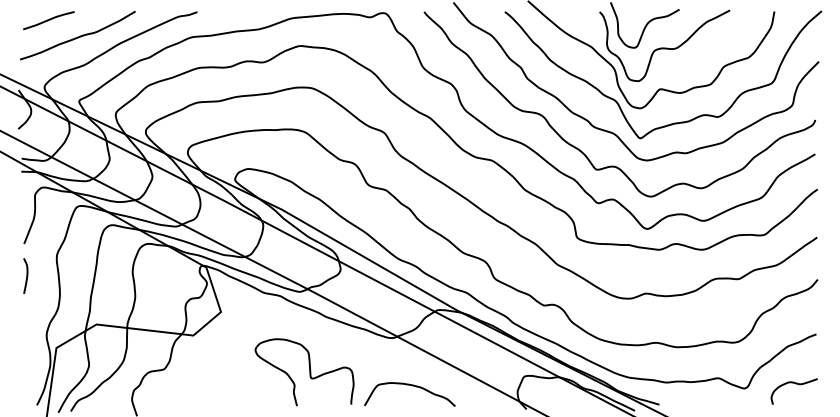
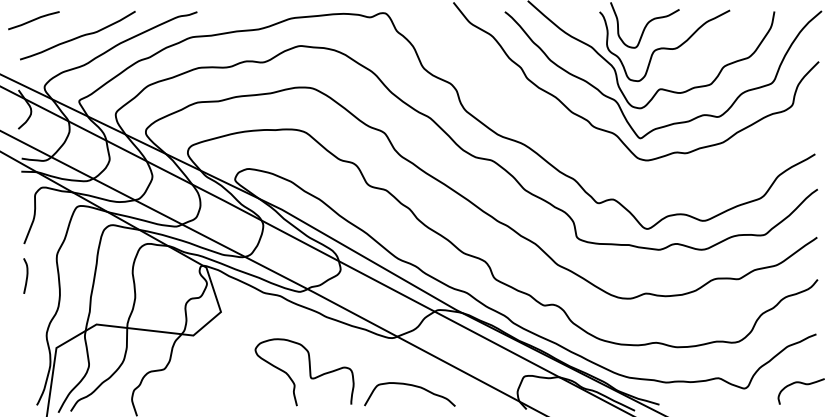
line at (48, 20) position: (48, 20) -> (33, 20)
curve at (580, 149): present -> none
curve at (795, 384) position: (795, 384) -> (802, 384)
